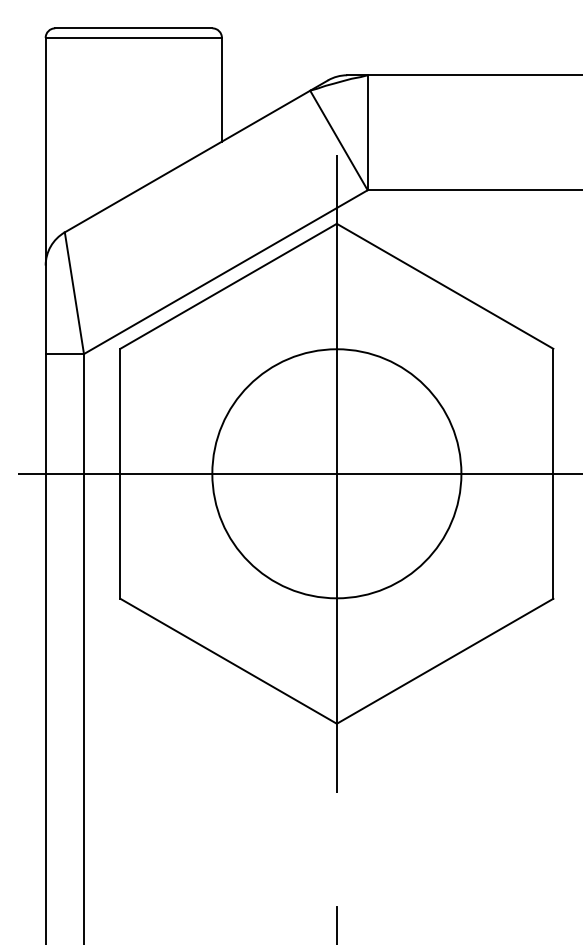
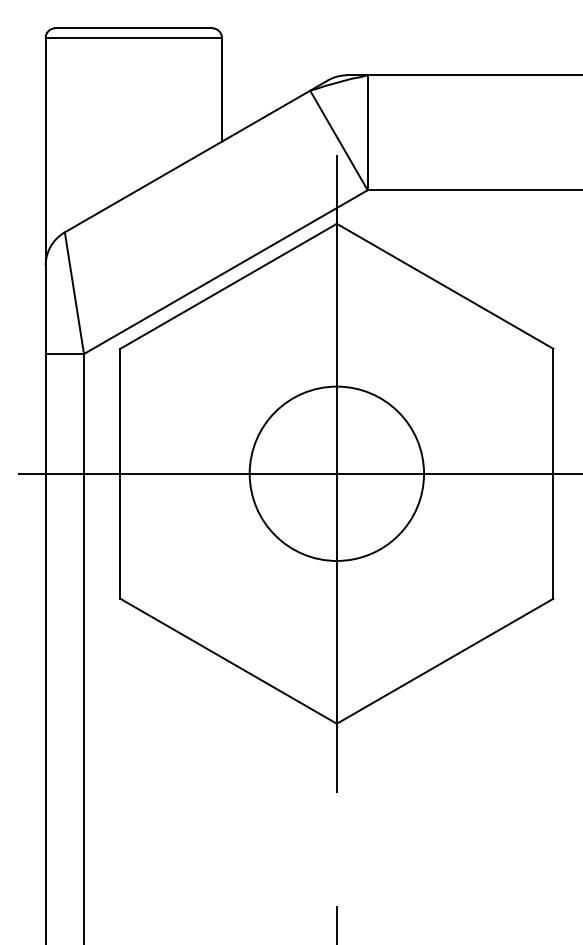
circle at (336, 473) diameter: 249 px -> 174 px
